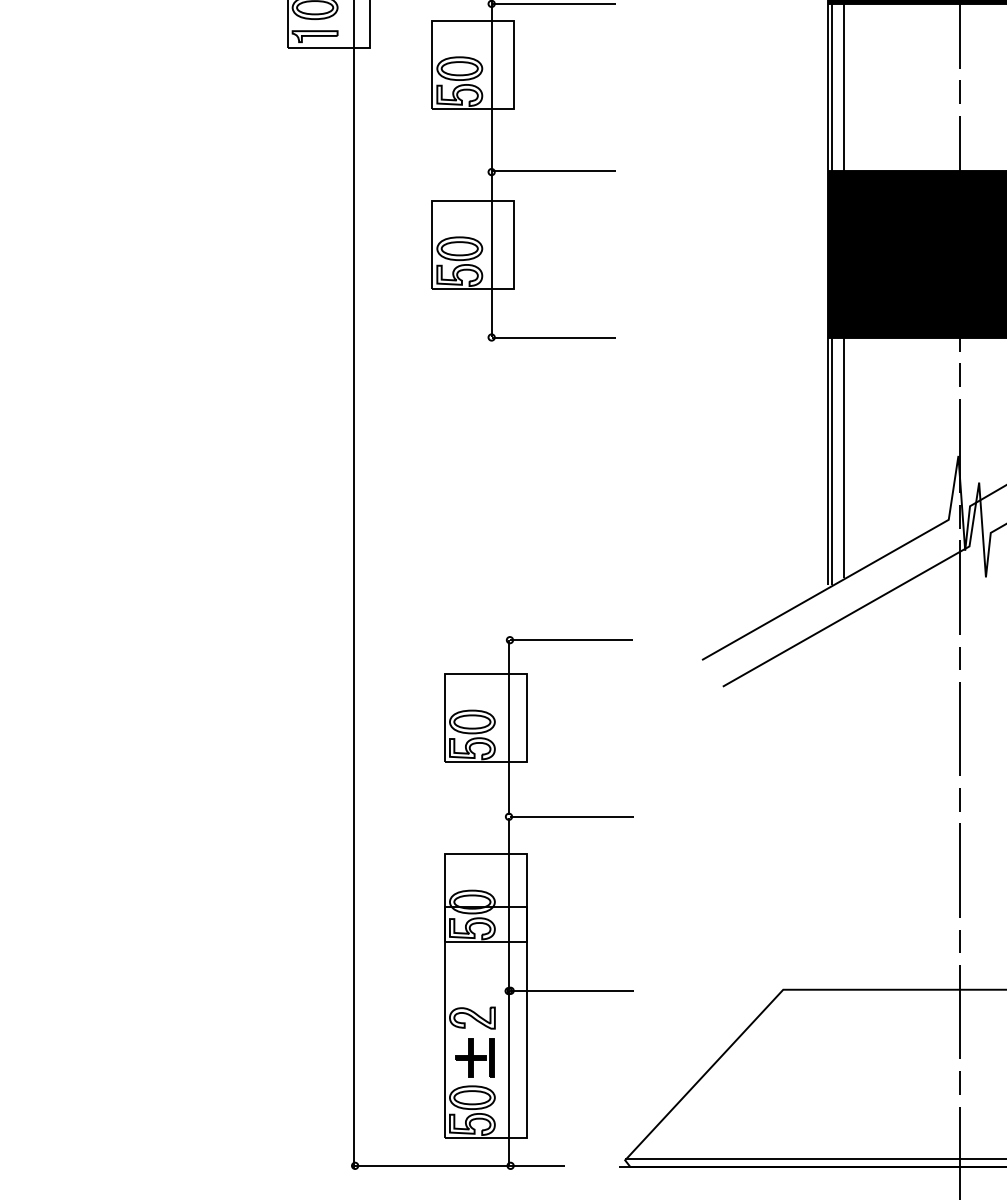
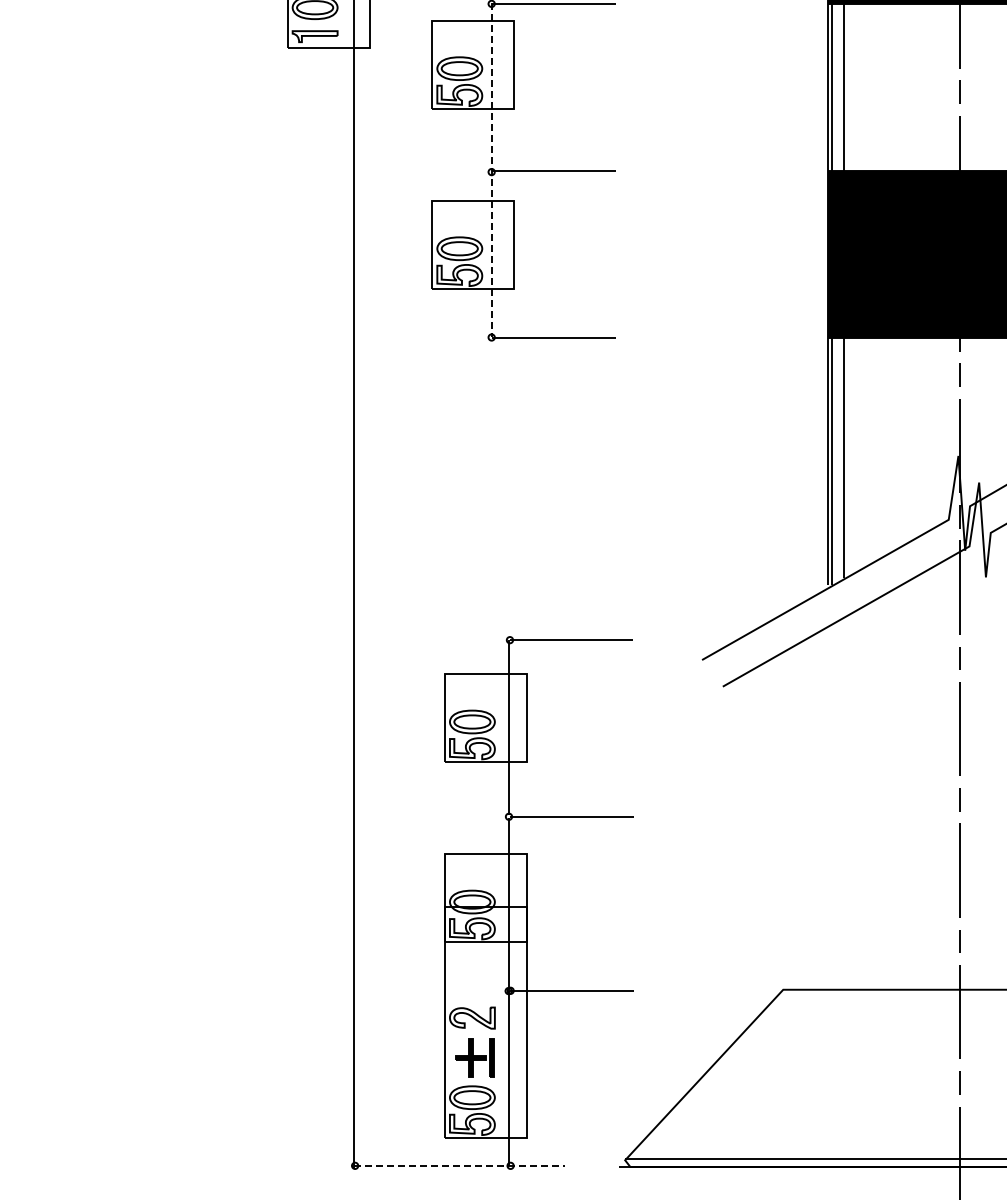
line at (491, 168): solid -> dashed
line at (459, 1165): solid -> dashed
